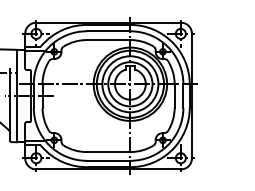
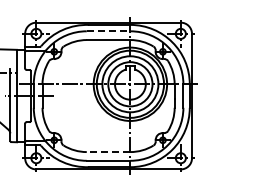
line at (108, 31): solid -> dashed
line at (108, 152): solid -> dashed
